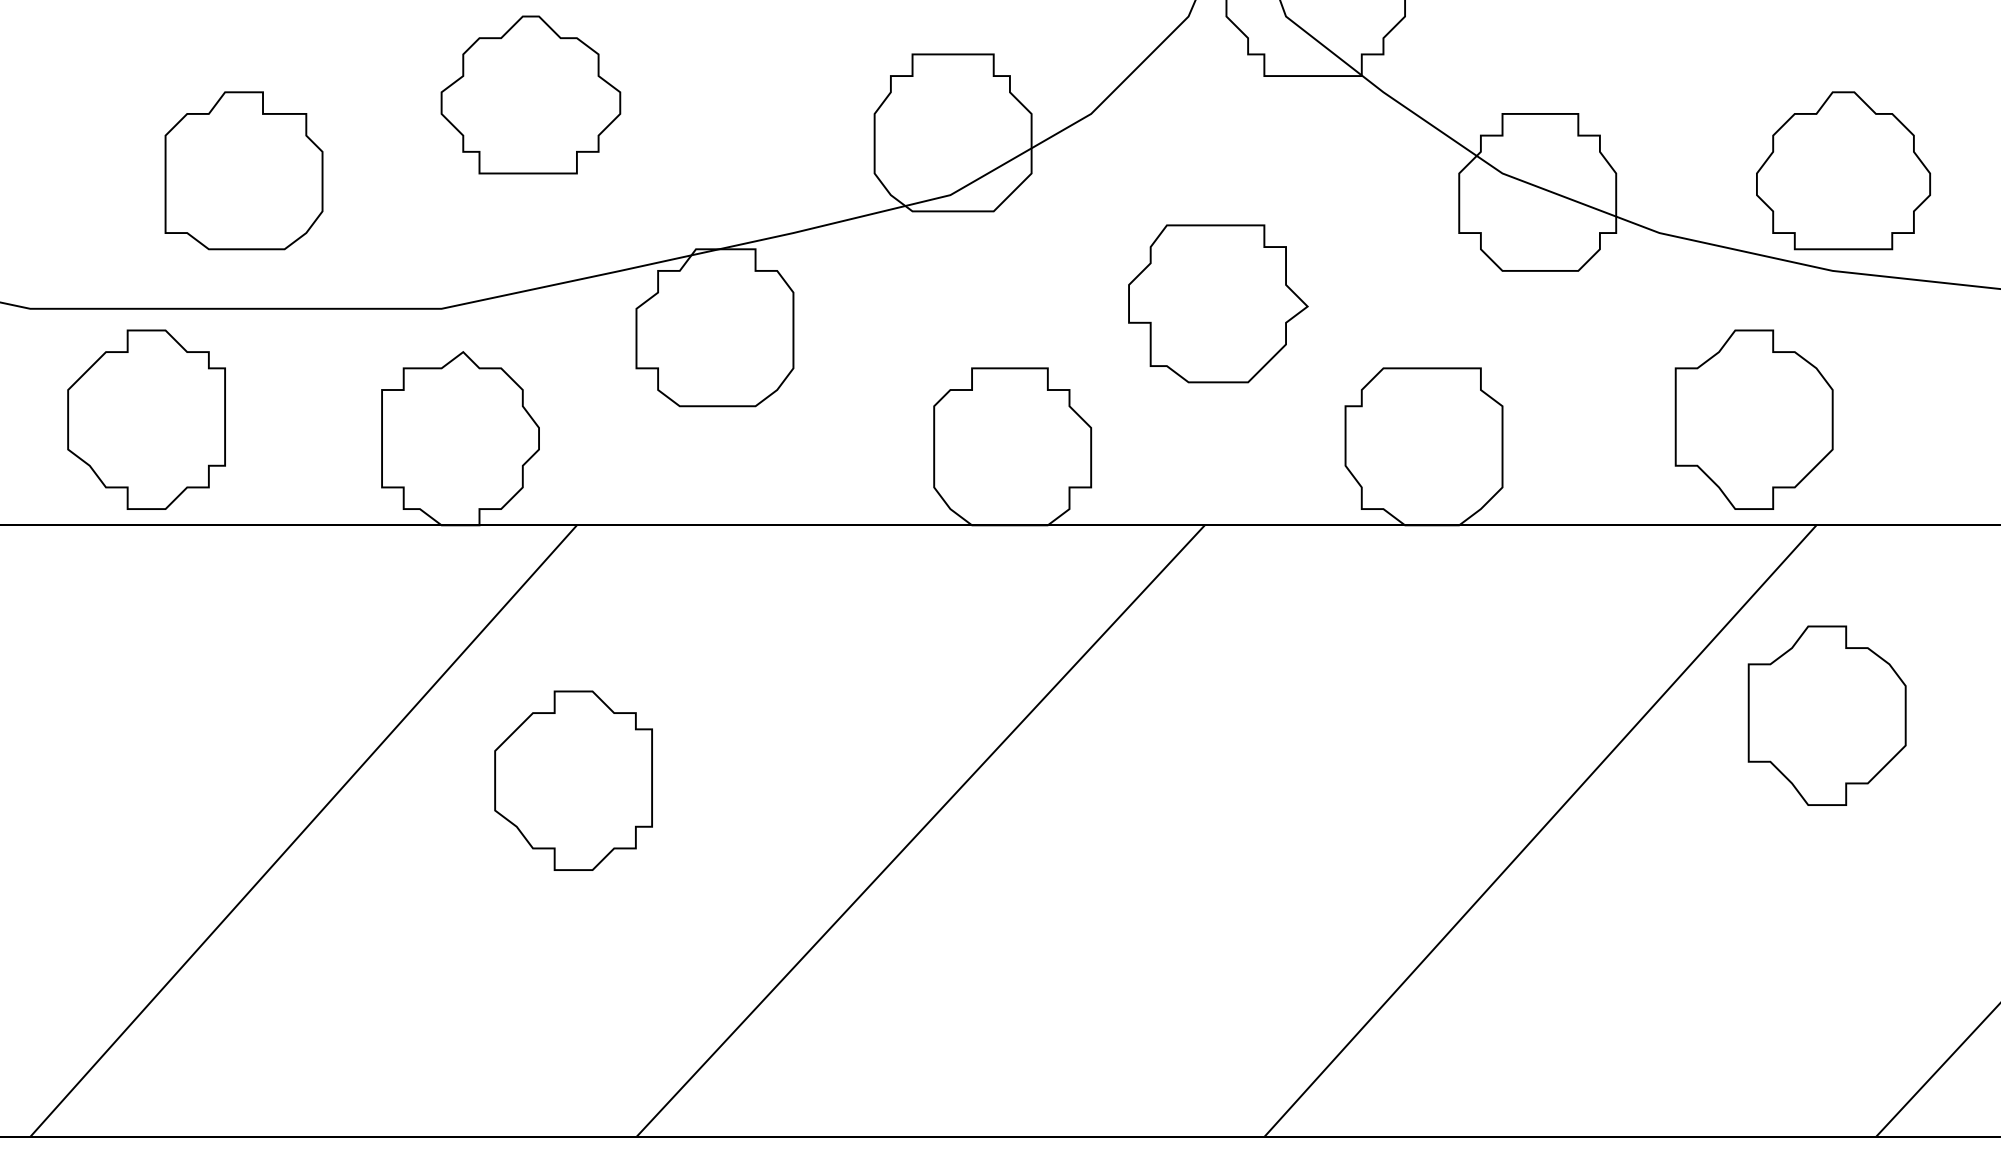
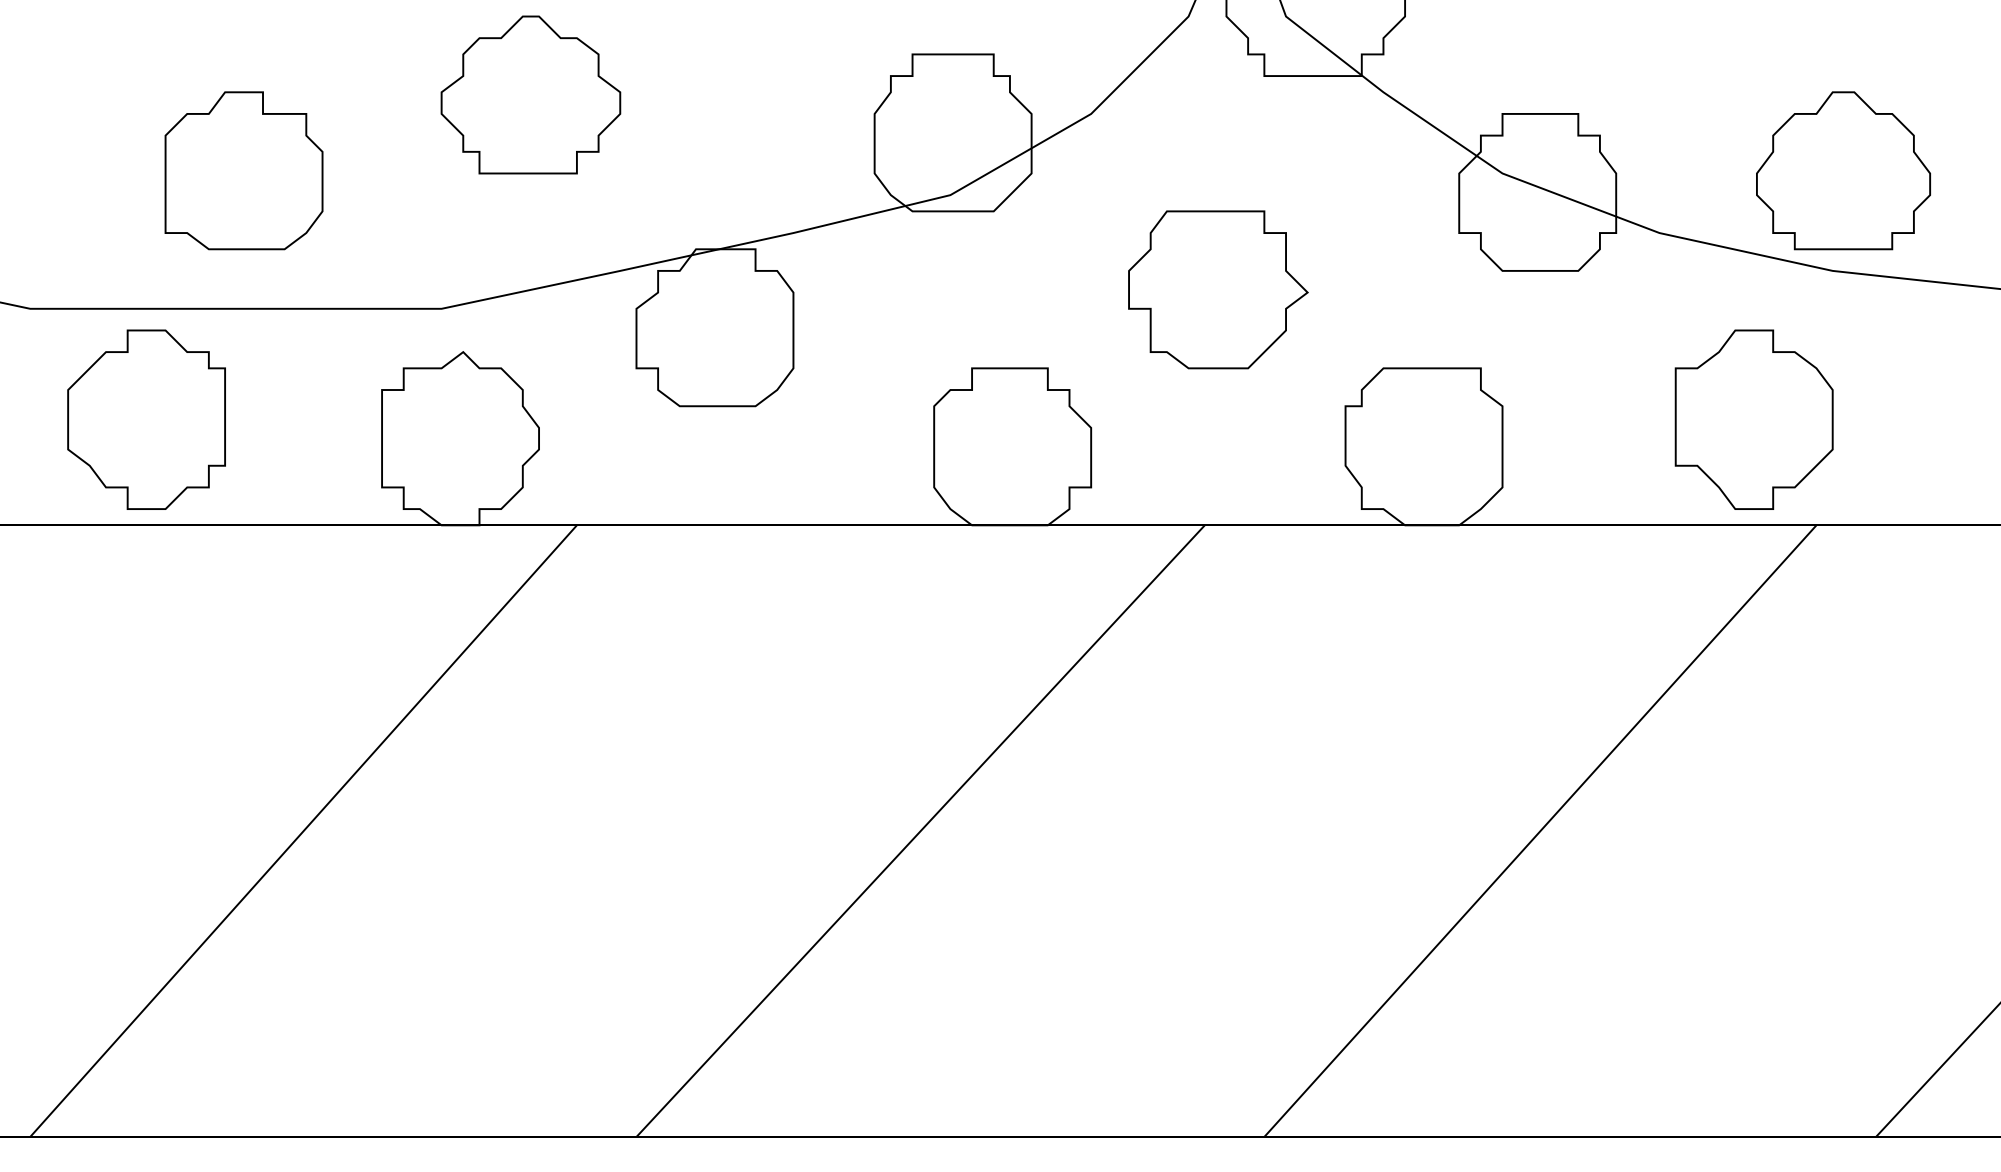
part at (1218, 303) position: (1218, 303) -> (1218, 289)
part at (1826, 715): present -> none
part at (573, 780): present -> none
